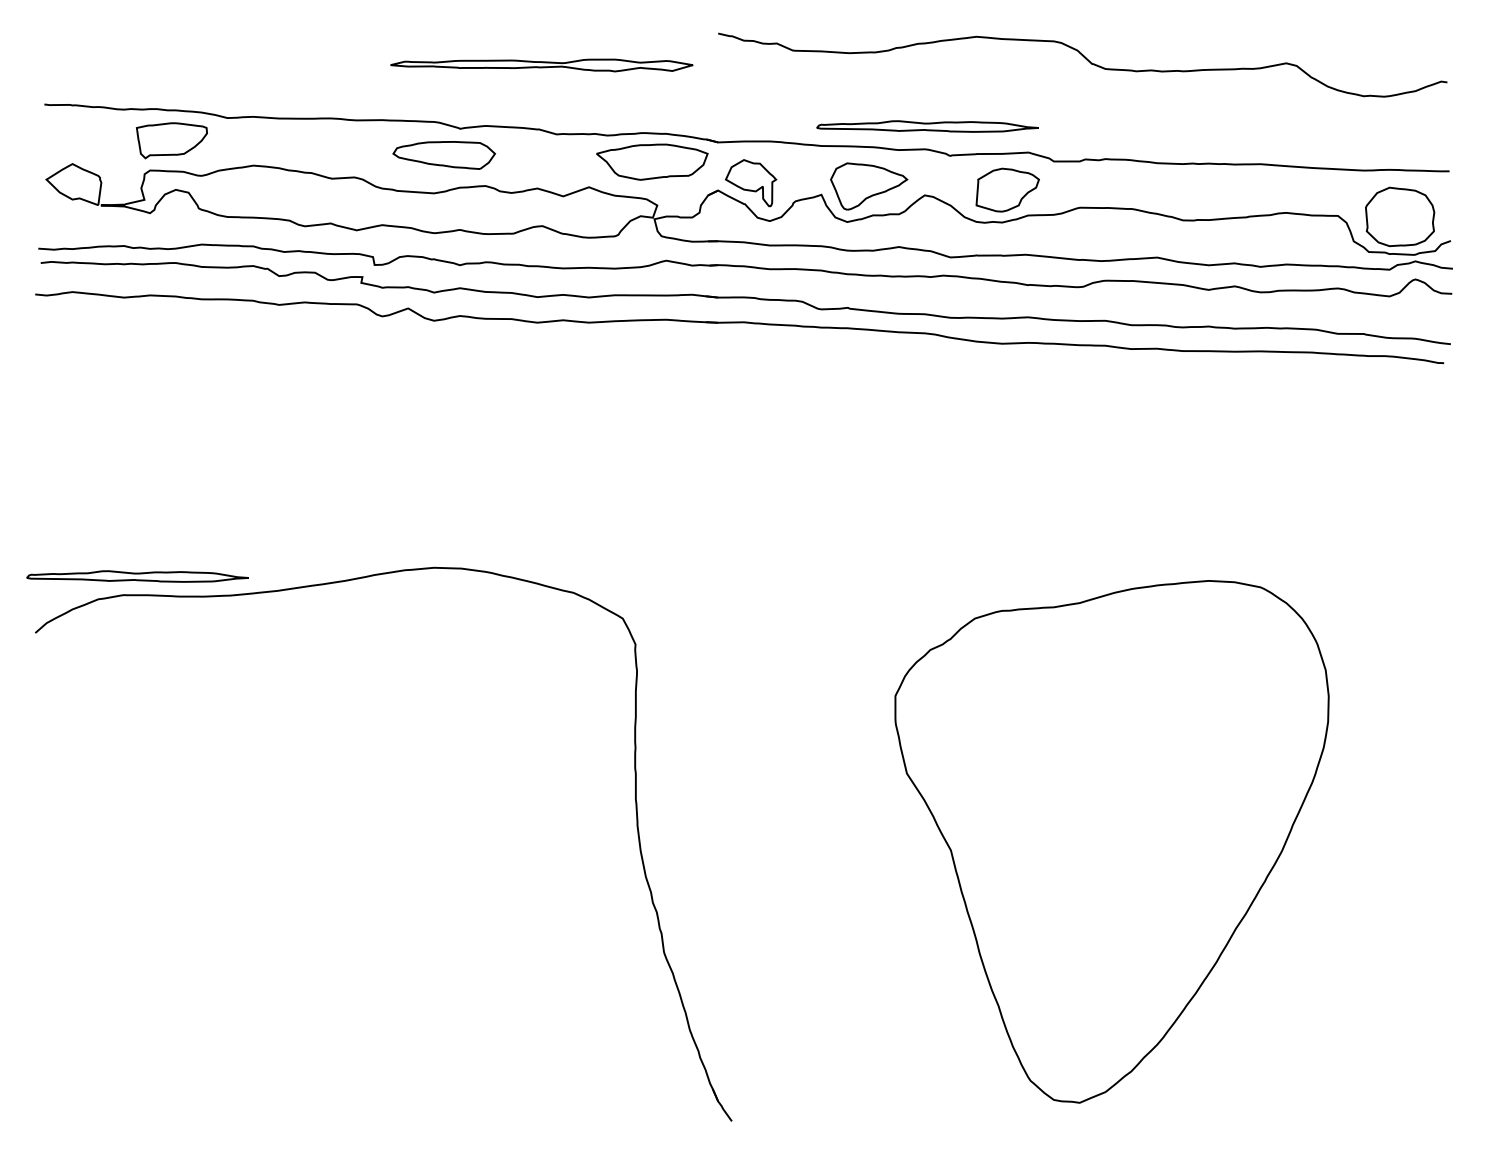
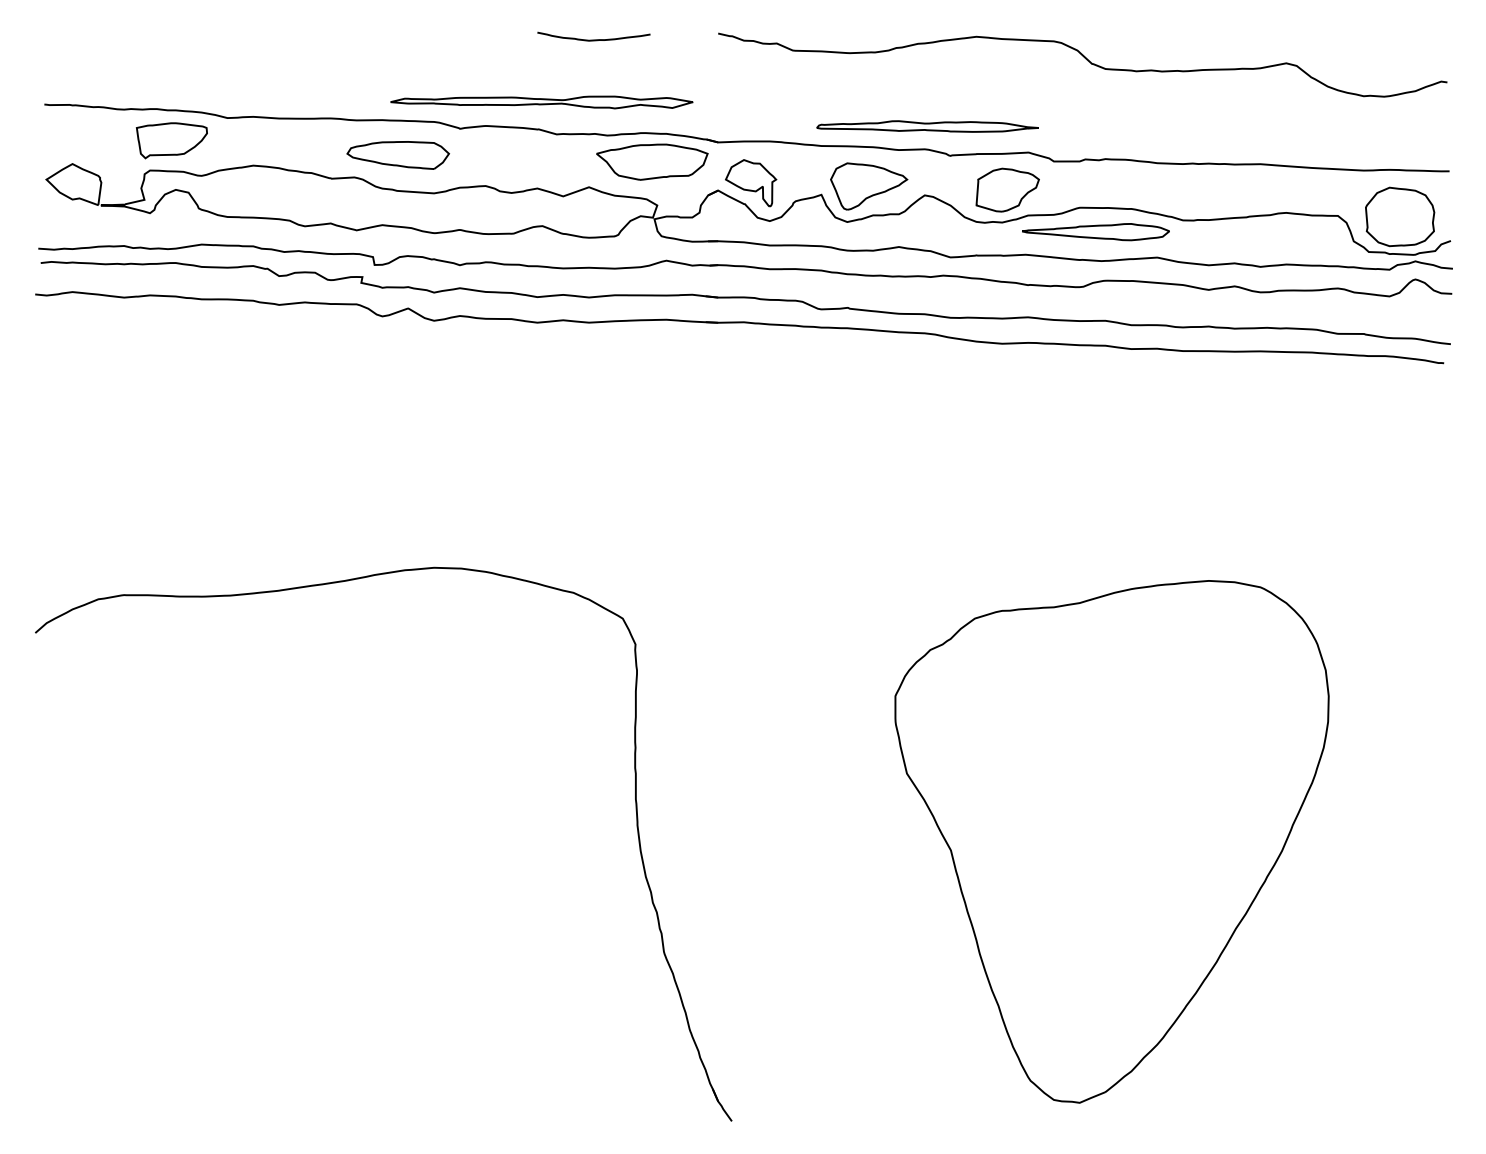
curve at (593, 39): none -> present
part at (541, 65) position: (541, 65) -> (541, 102)
part at (443, 155) position: (443, 155) -> (397, 155)
part at (1095, 232): none -> present
part at (137, 576): present -> none
